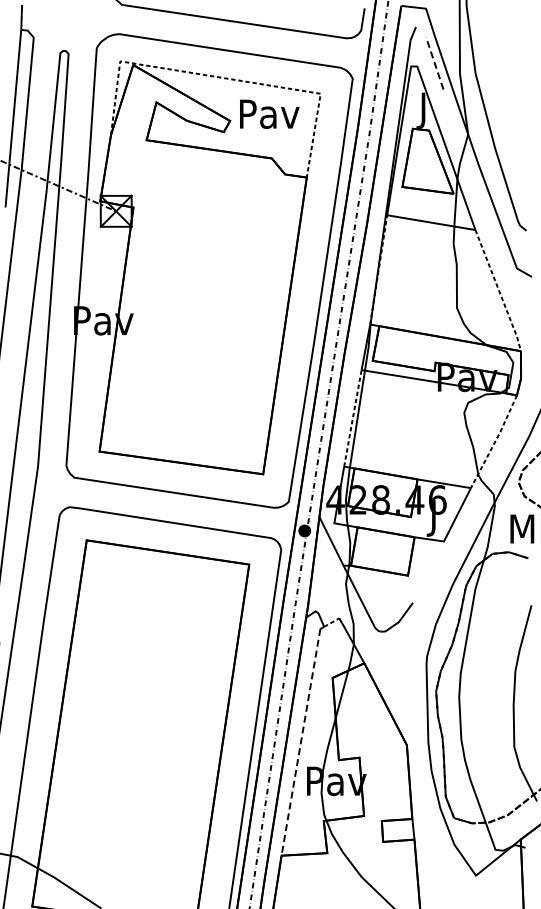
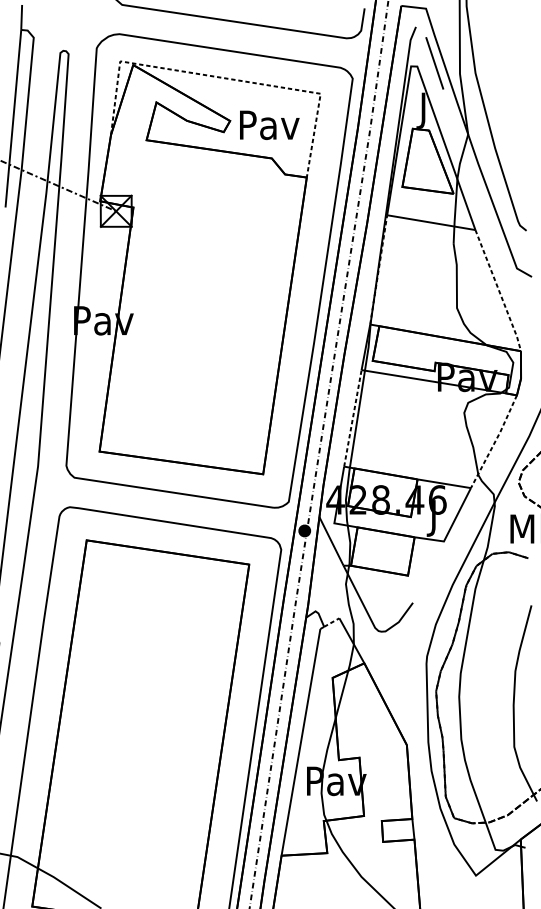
line at (434, 63): dashed -> solid
text at (269, 113) position: (269, 113) -> (269, 124)
line at (300, 742): dashed -> solid
